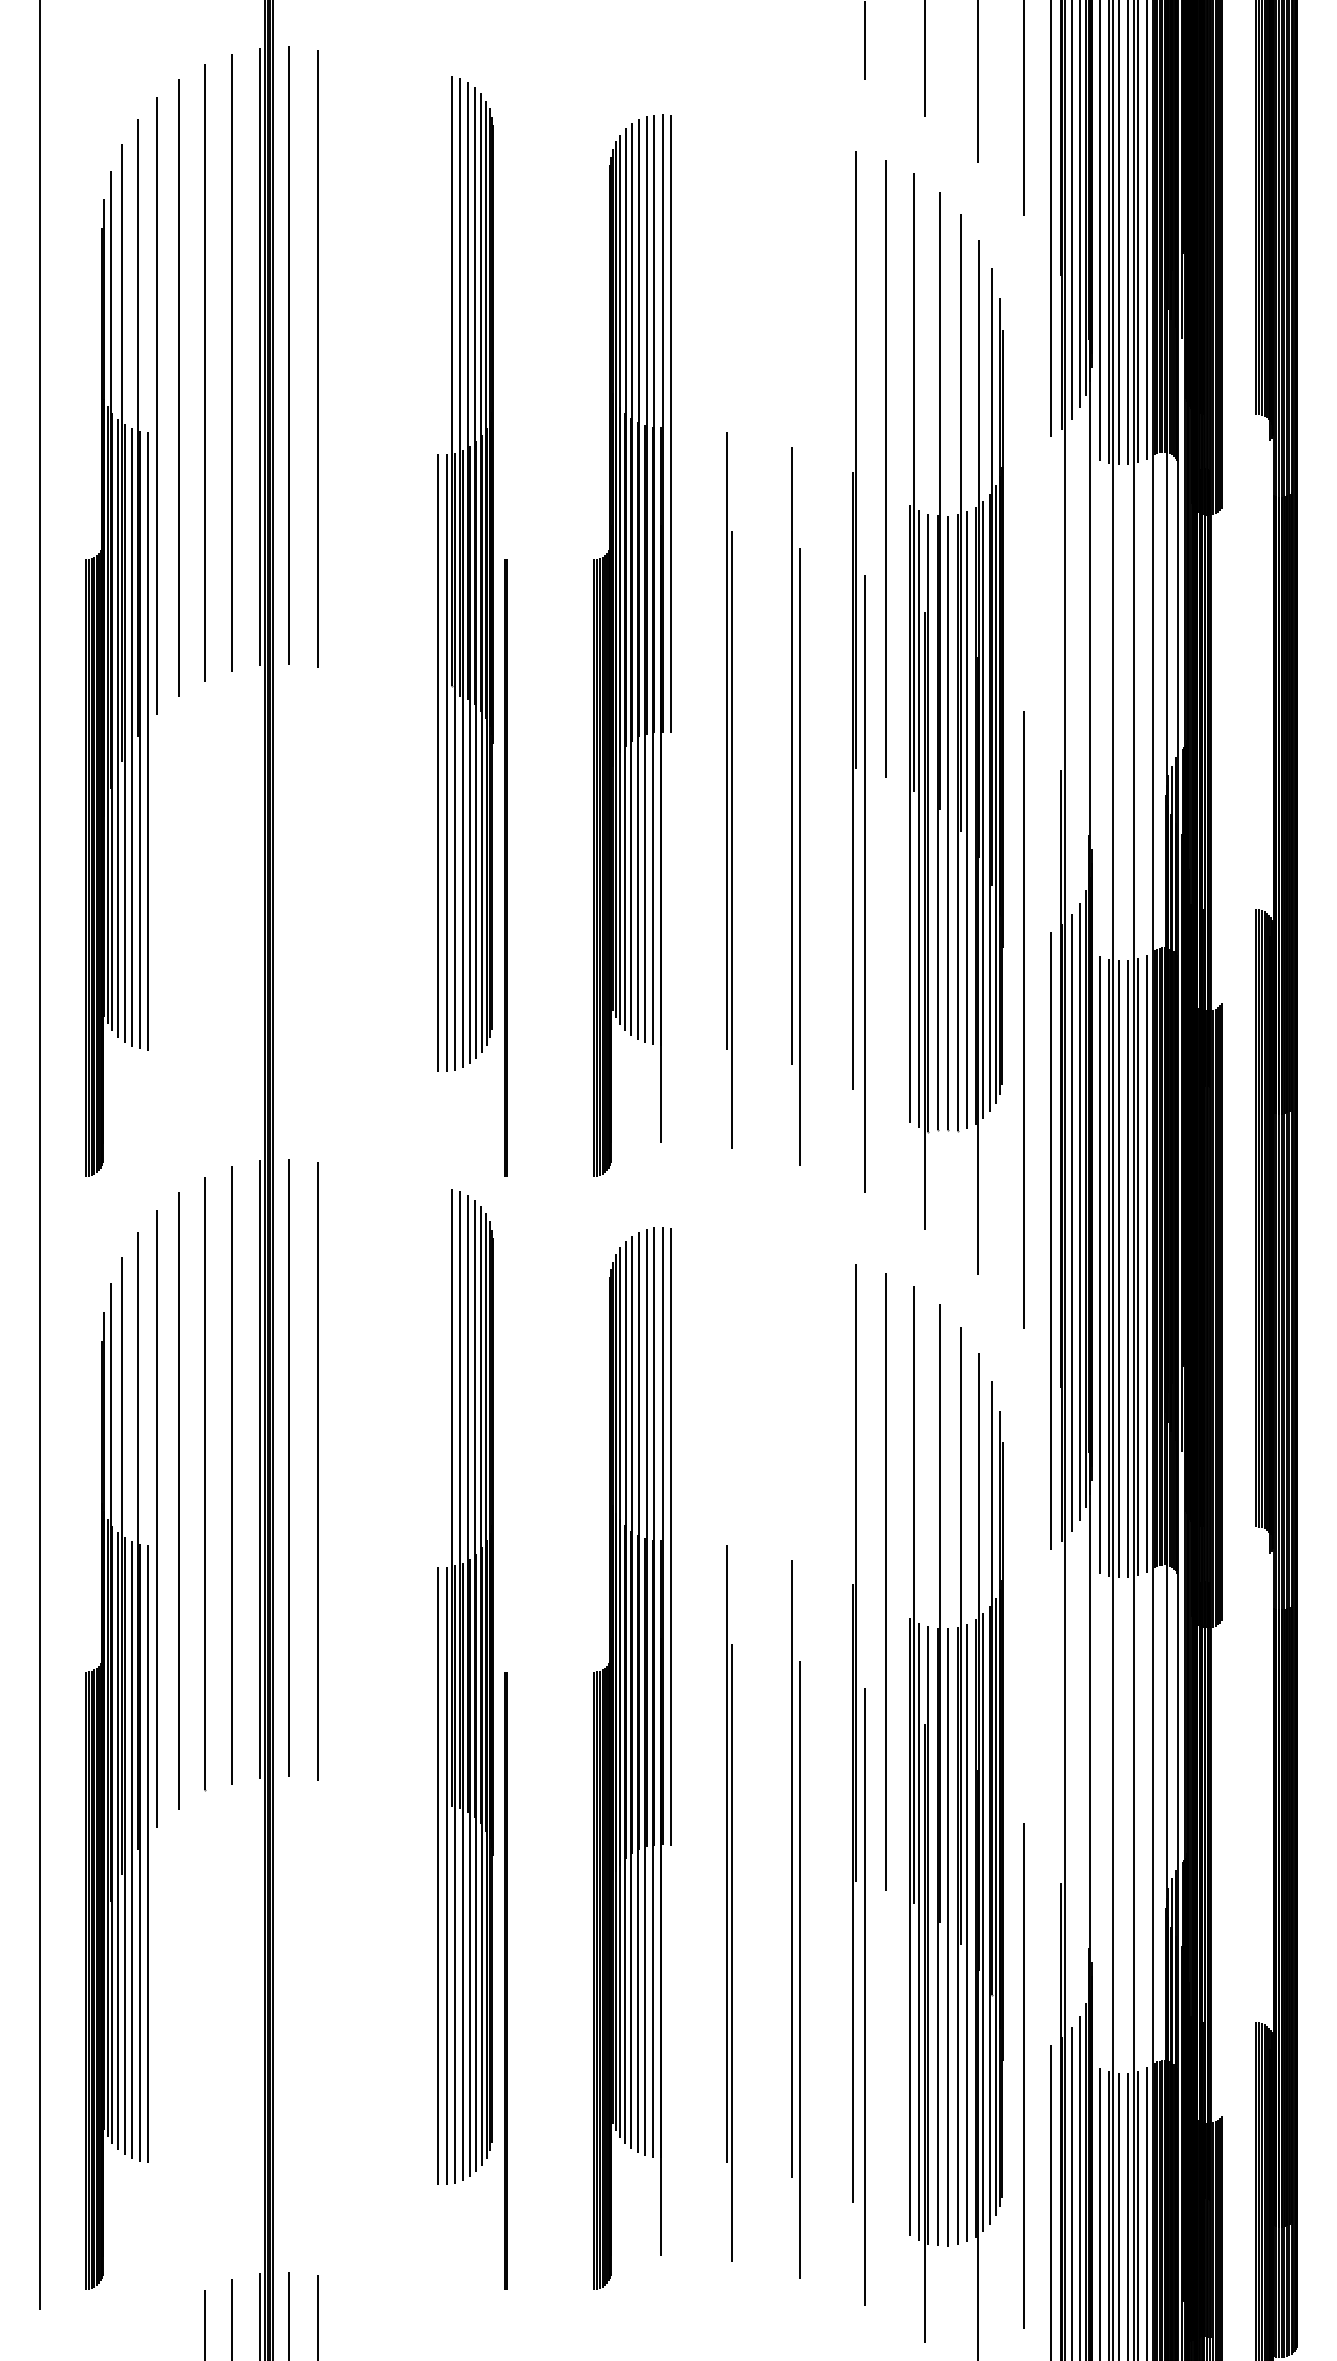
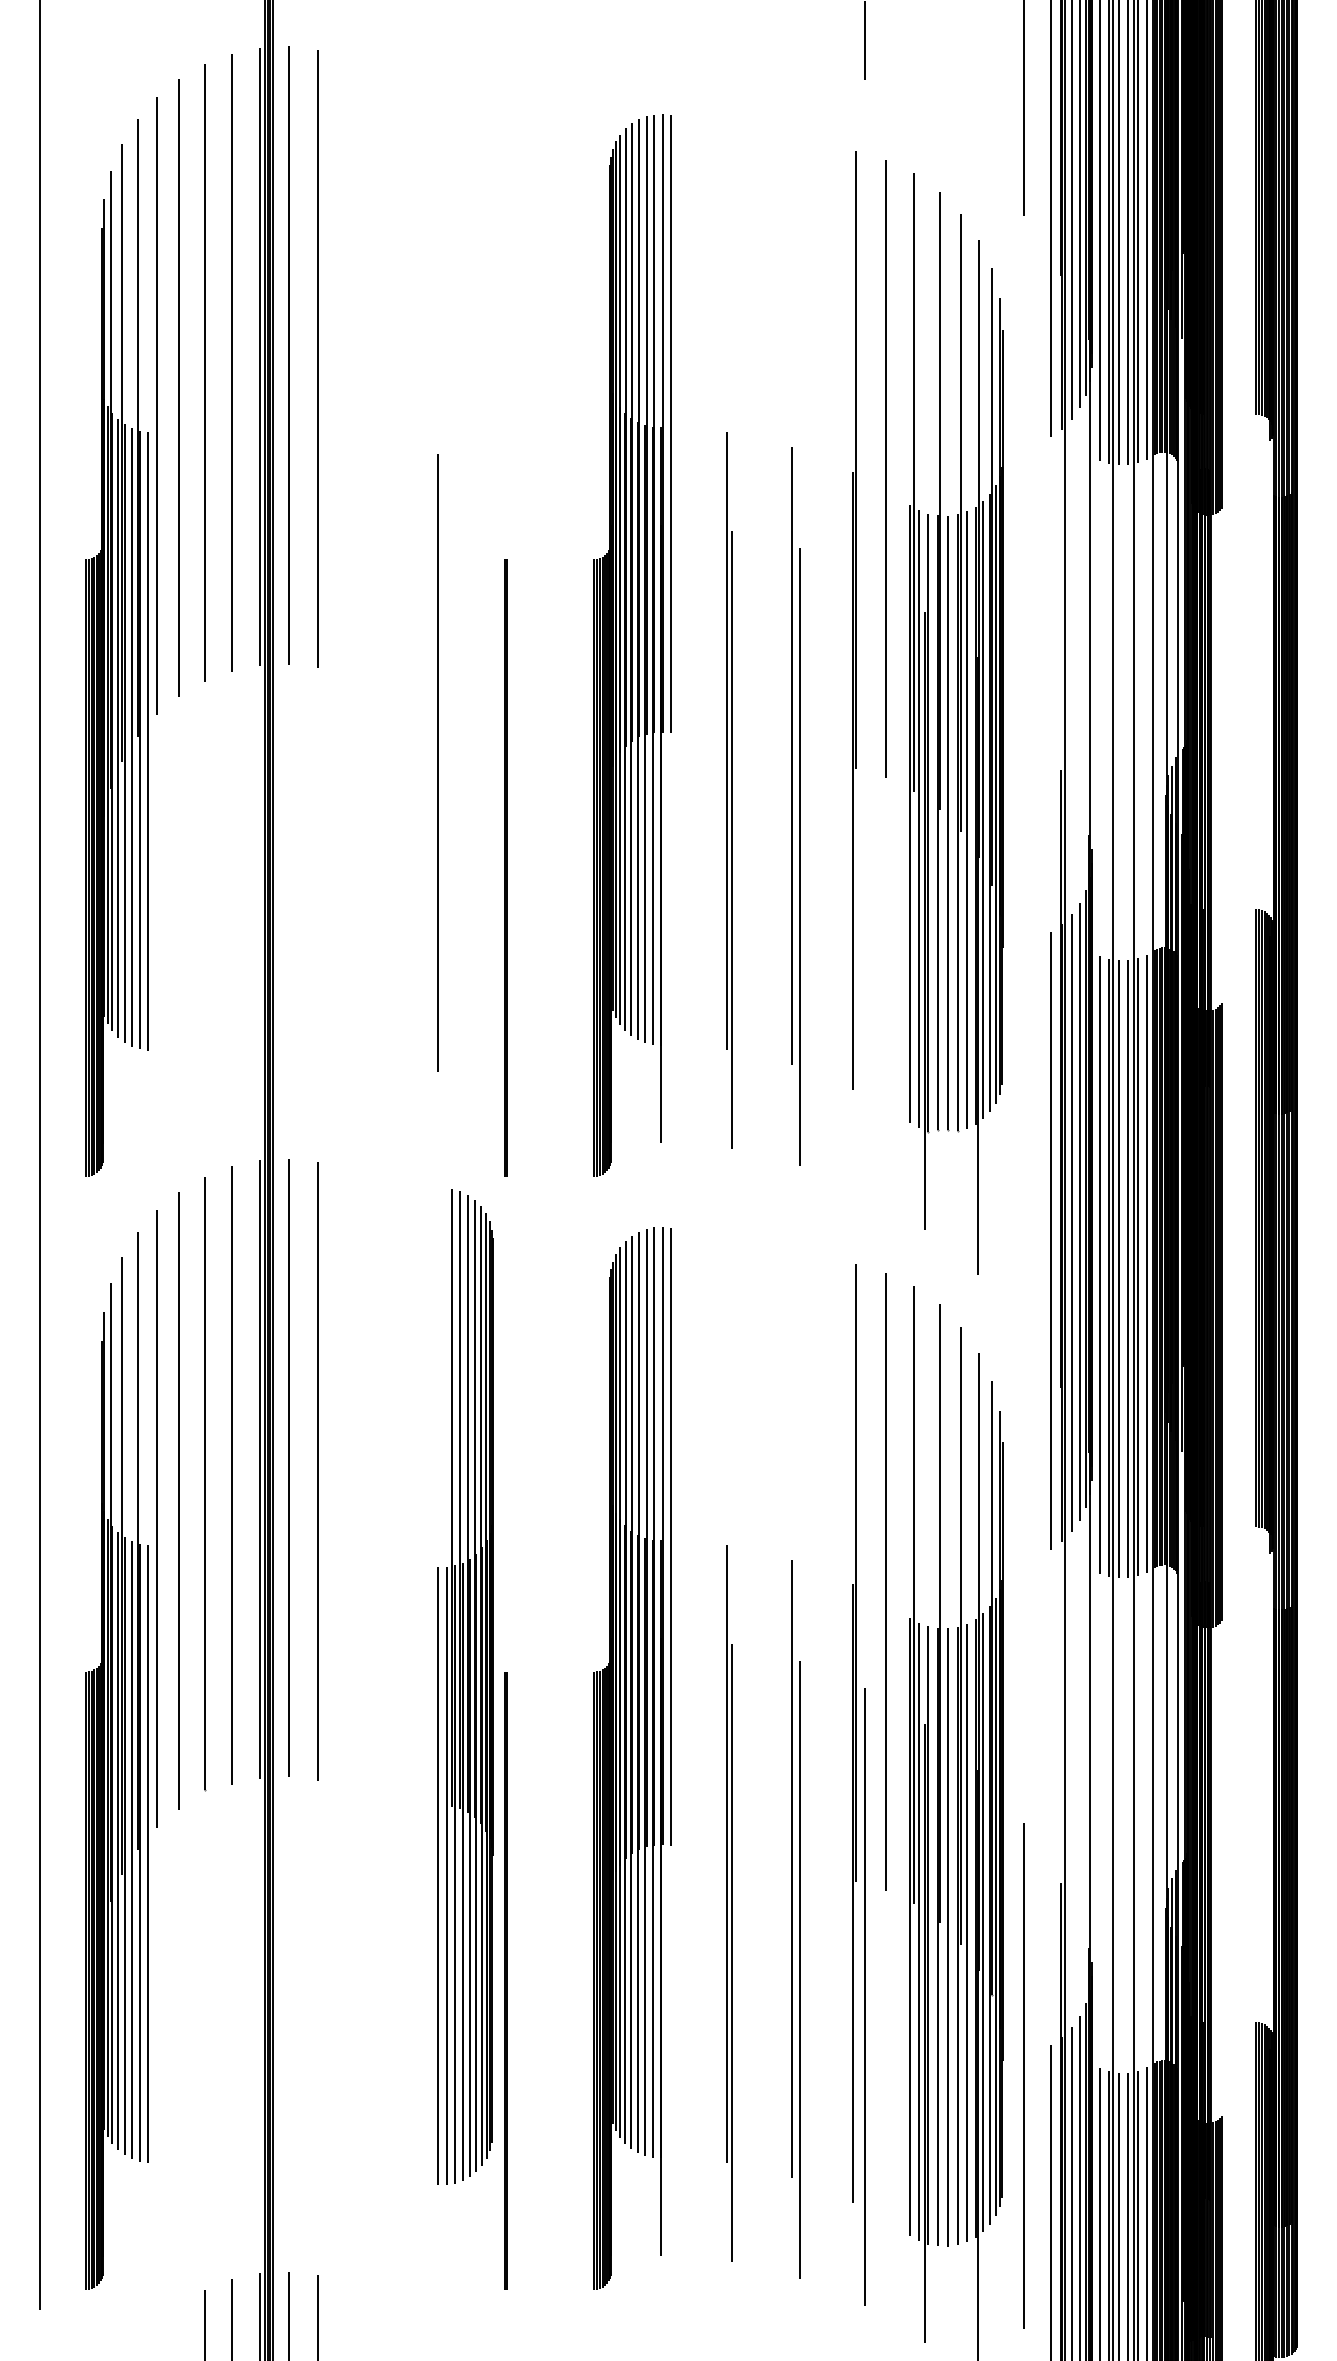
line at (924, 59): present -> none
line at (978, 82): present -> none
part at (469, 573): present -> none
line at (864, 883): present -> none
line at (1023, 1019): present -> none
